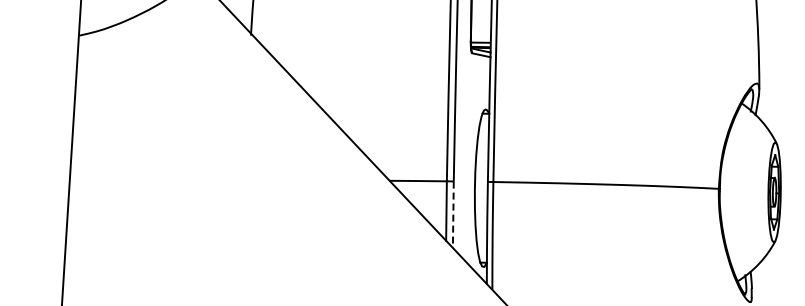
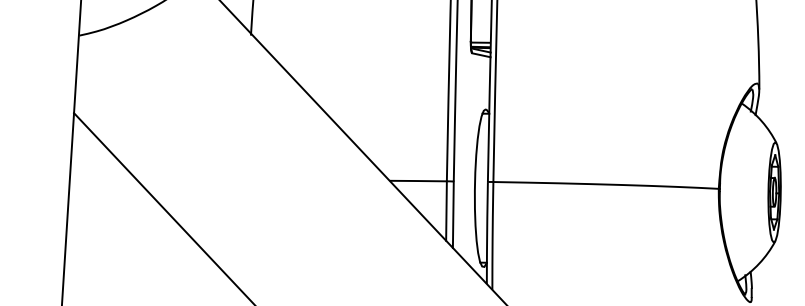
line at (163, 207): none -> present
line at (453, 215): dashed -> solid
